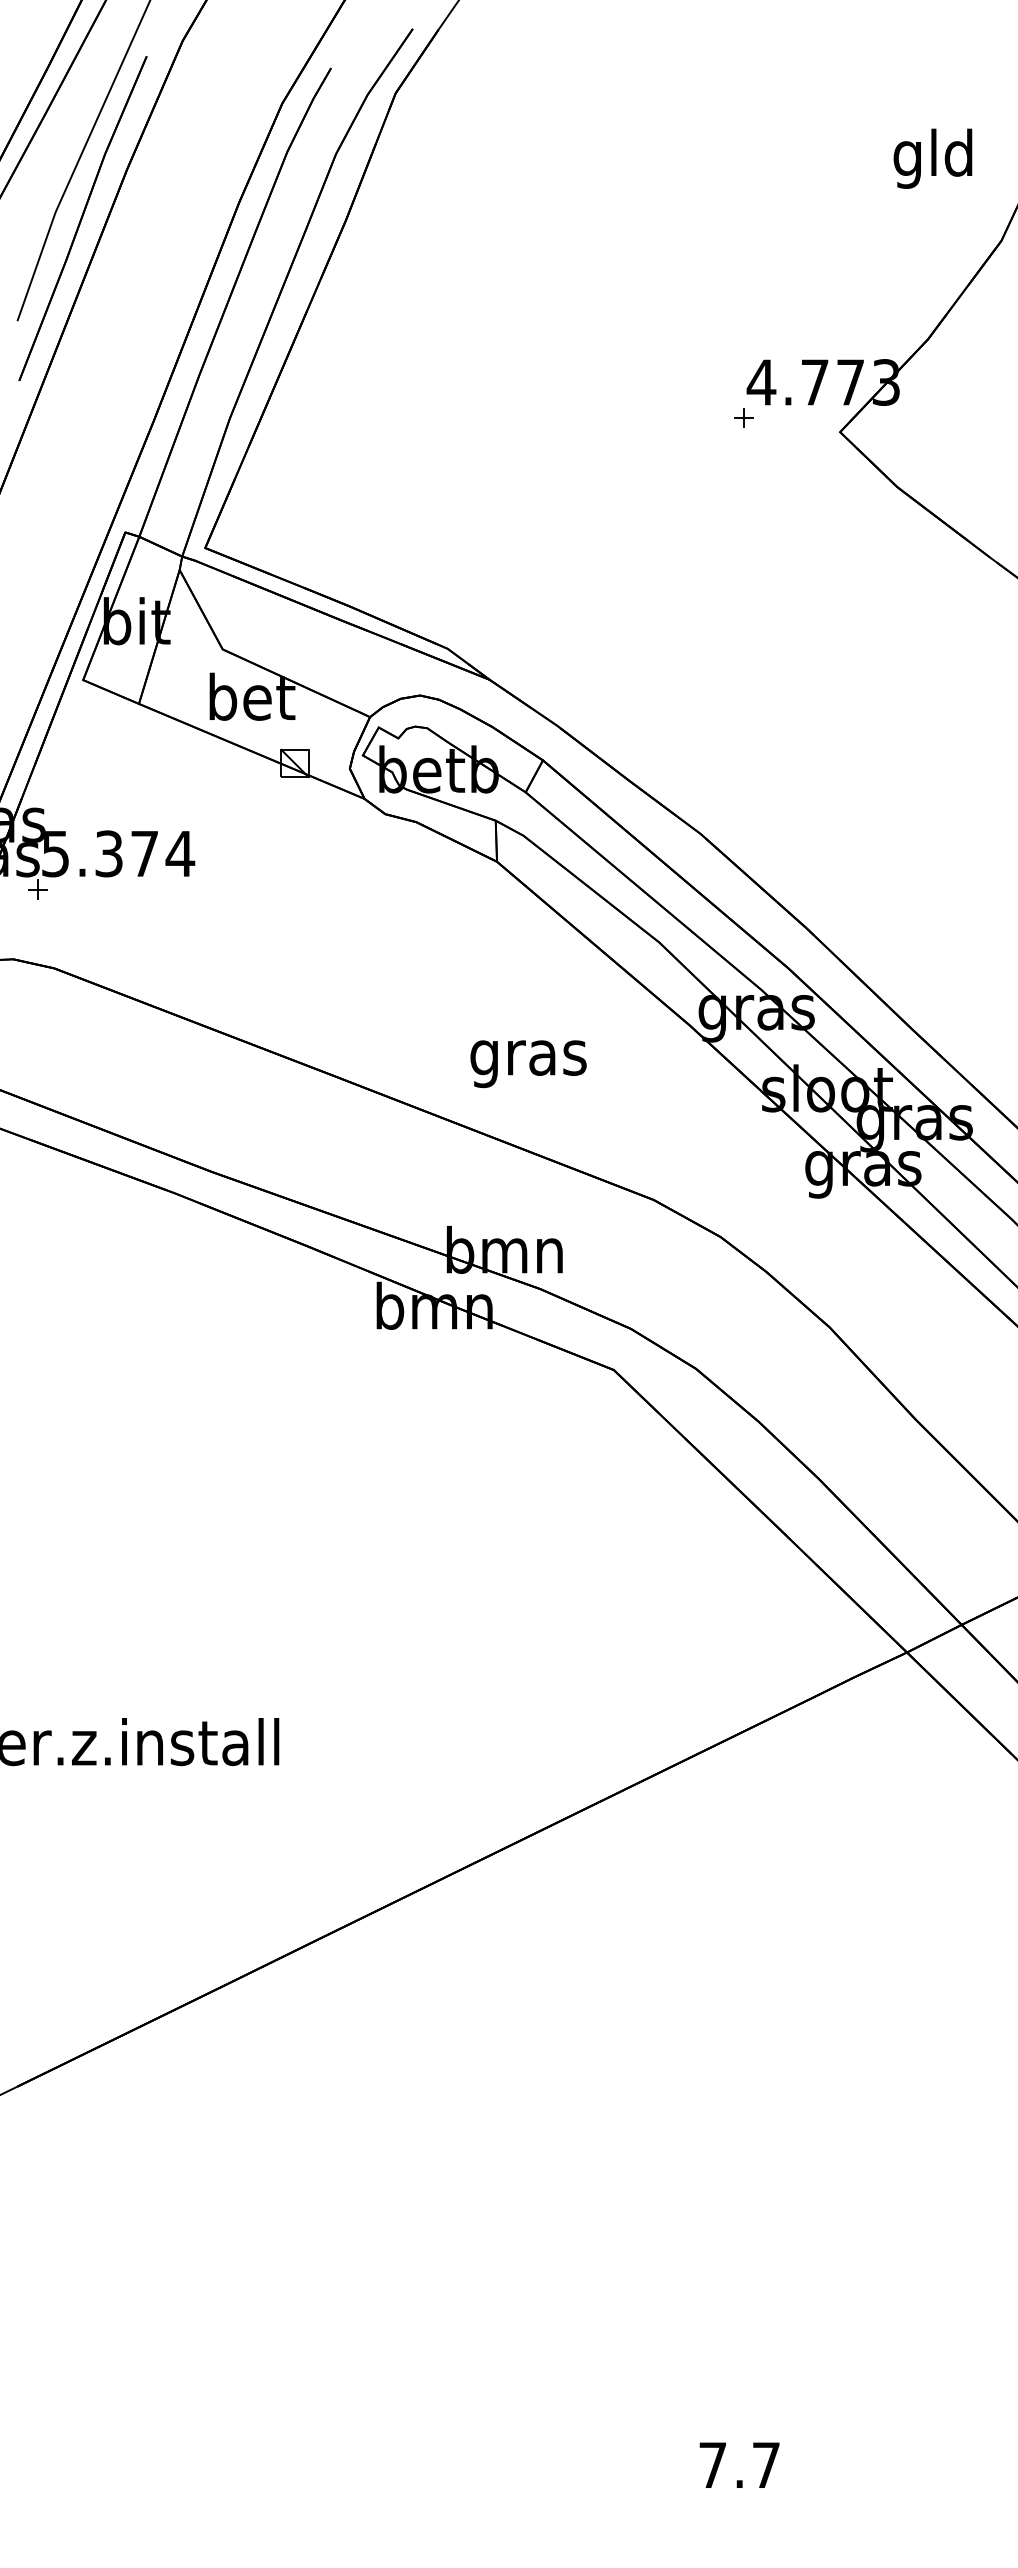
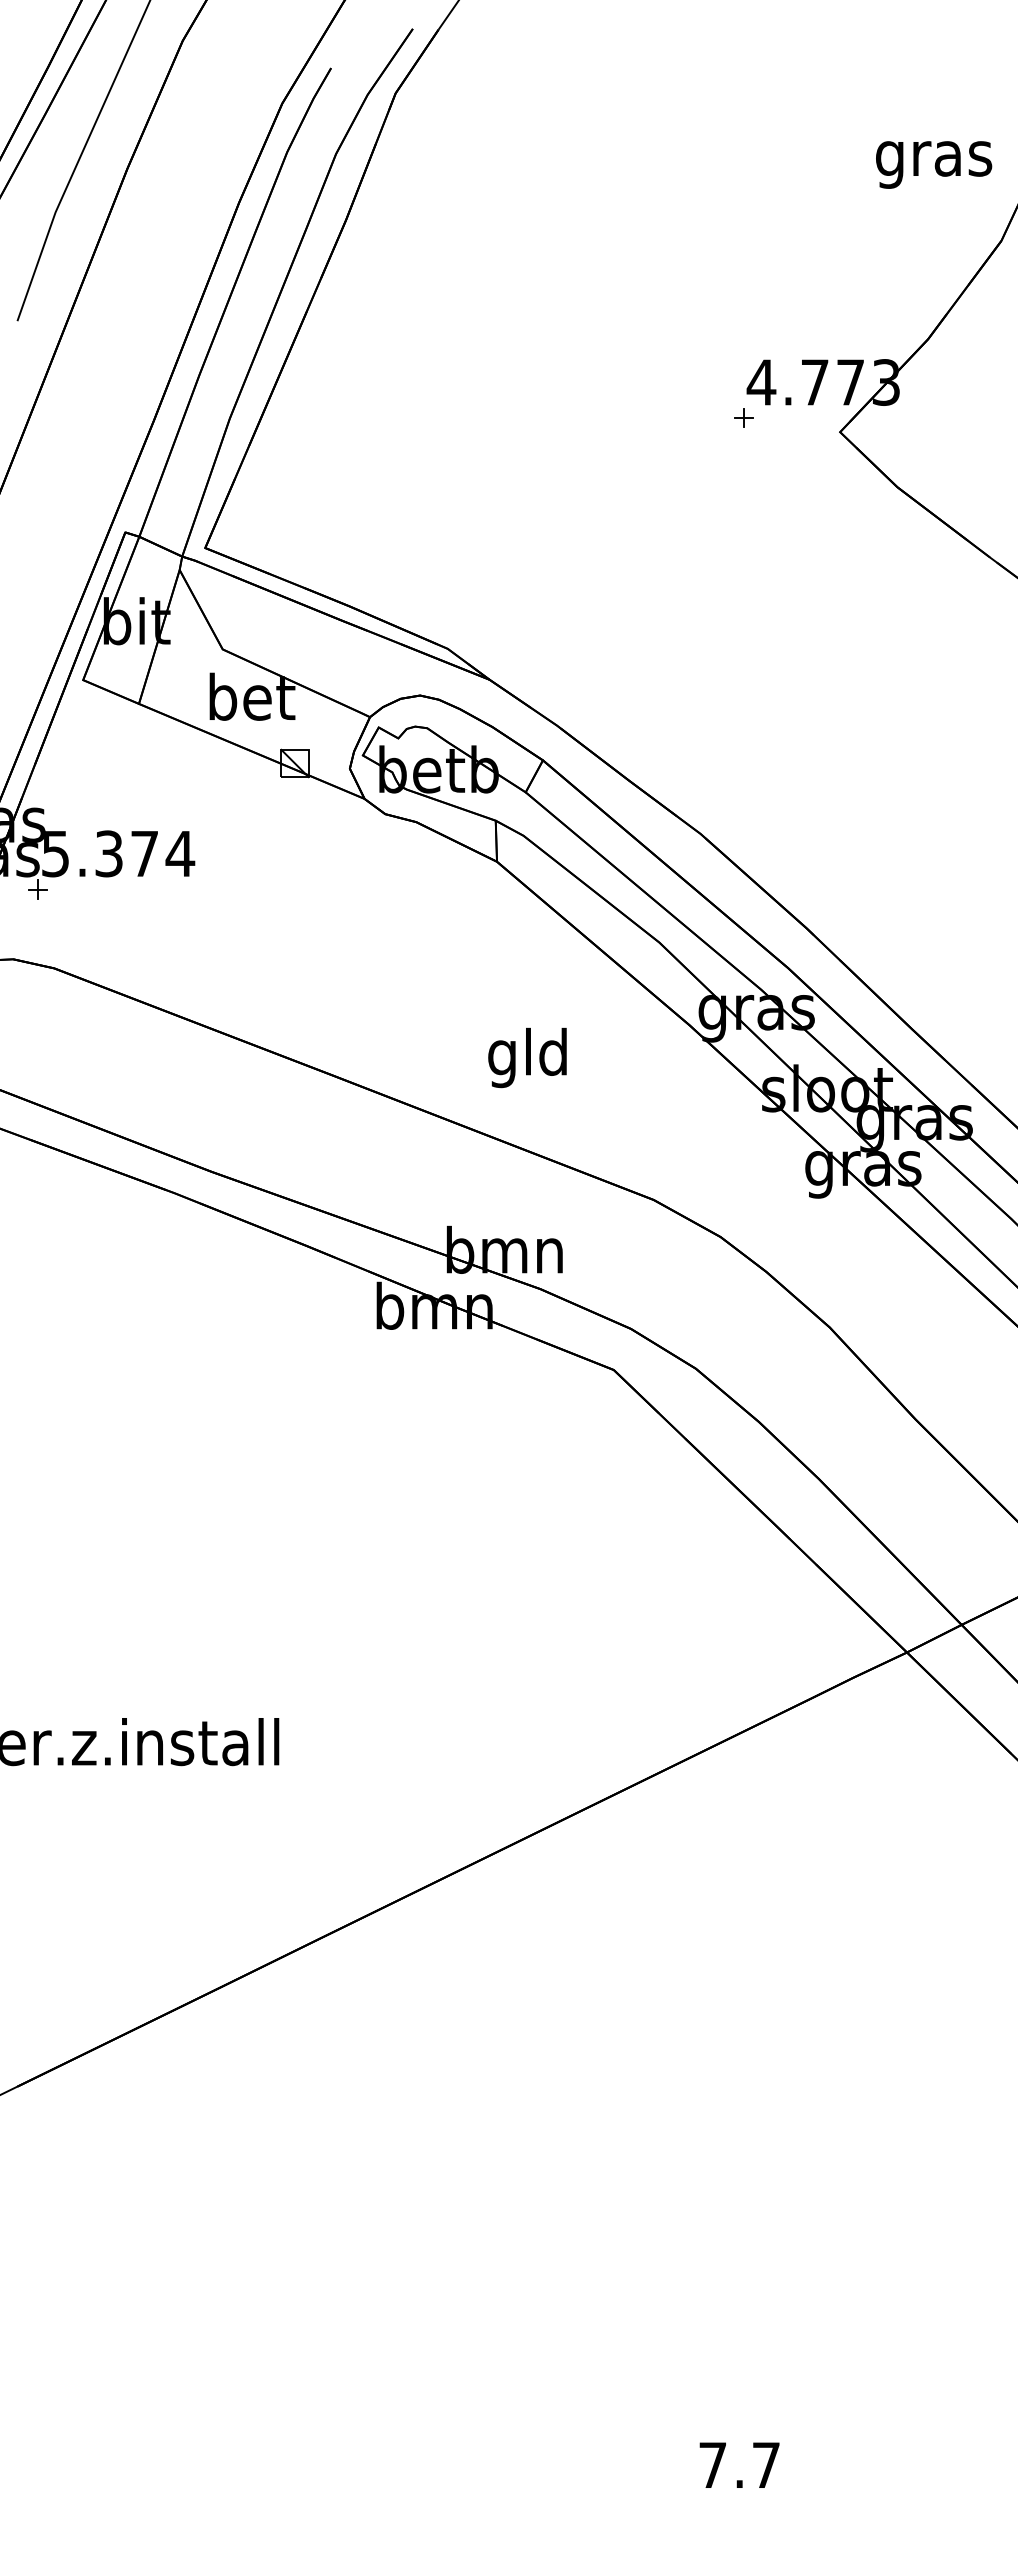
text at (934, 158): gld -> gras
part at (82, 218): present -> none
text at (528, 1057): gras -> gld
